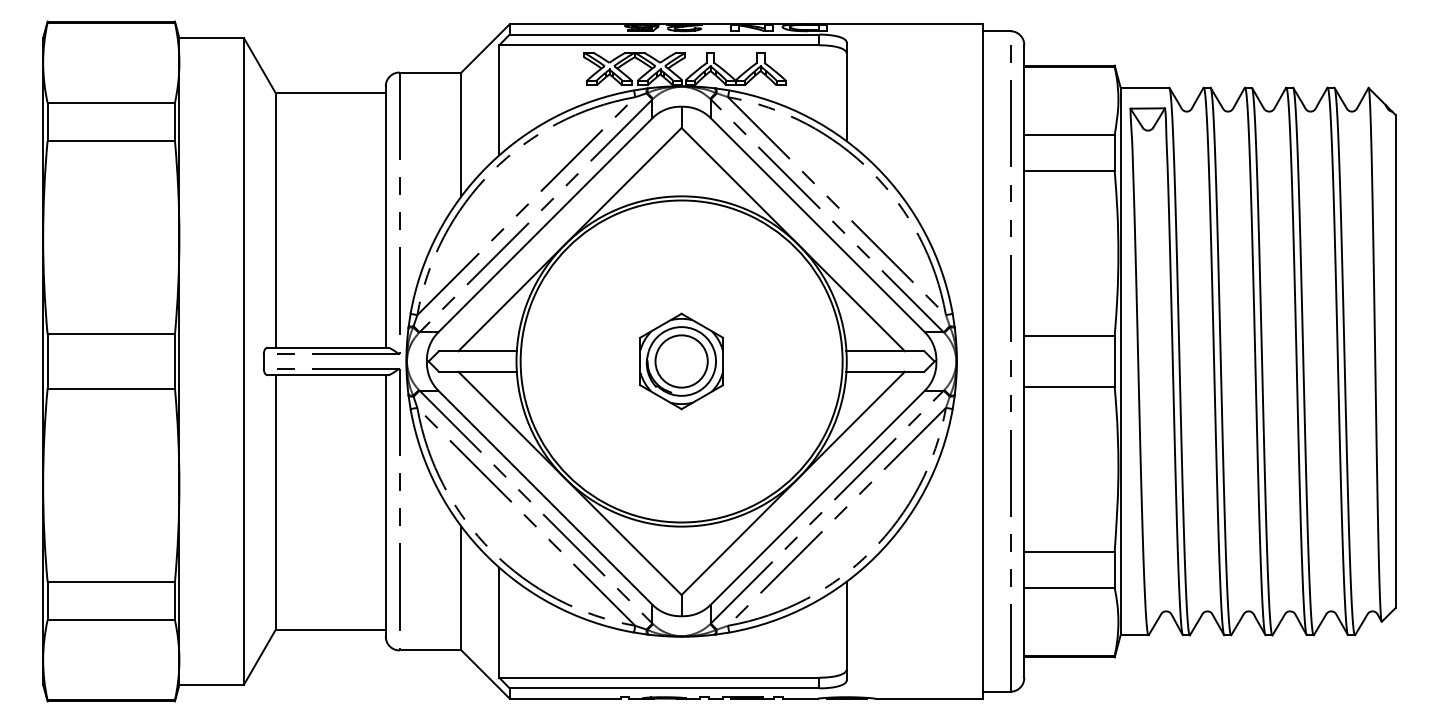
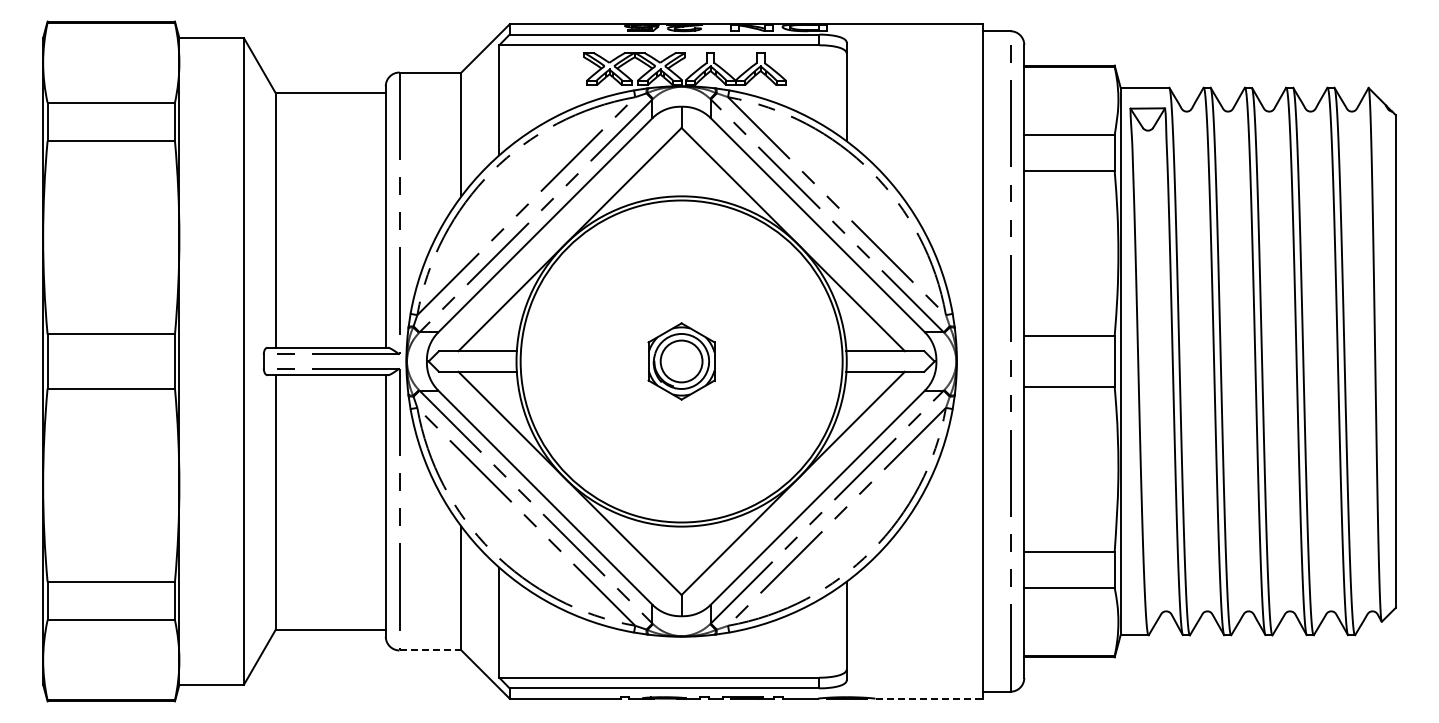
part at (681, 361) size: 85x99 px -> 69x79 px
line at (430, 650): solid -> dashed
line at (929, 698): solid -> dashed
